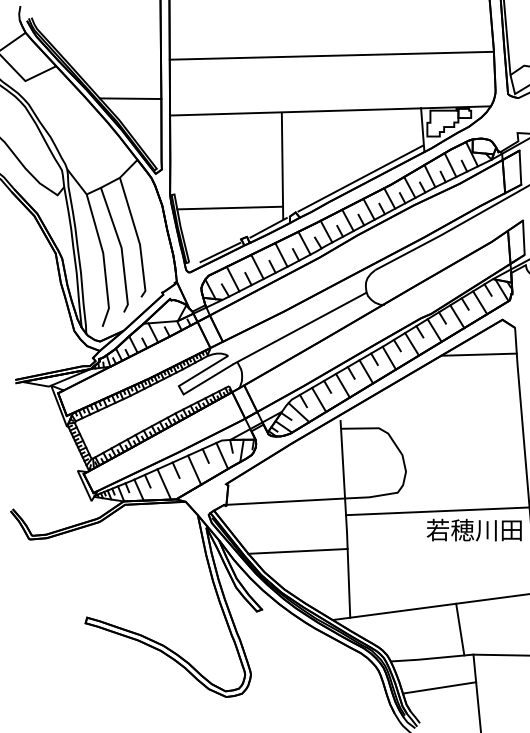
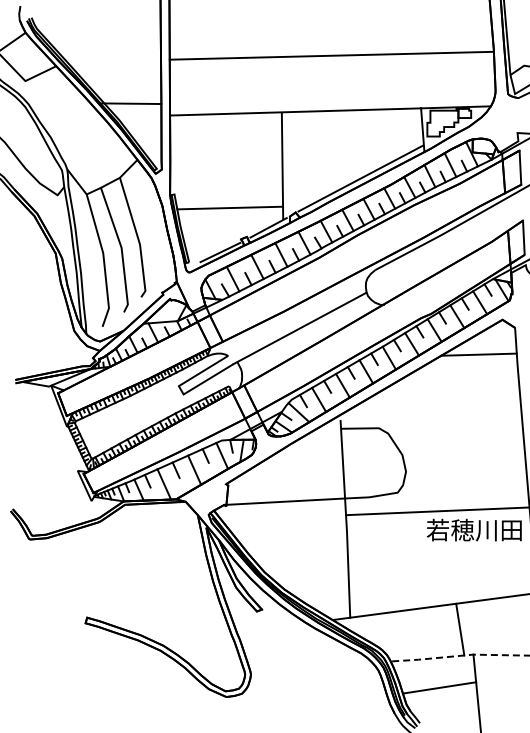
line at (130, 98) position: (130, 98) -> (130, 103)
line at (297, 550): present -> none
line at (460, 655): solid -> dashed
